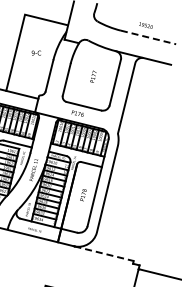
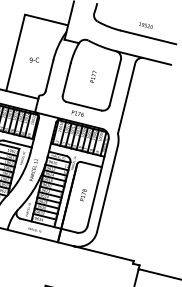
line at (149, 37): dashed -> solid
text at (35, 52) position: (35, 52) -> (33, 59)
line at (104, 253): dashed -> solid
